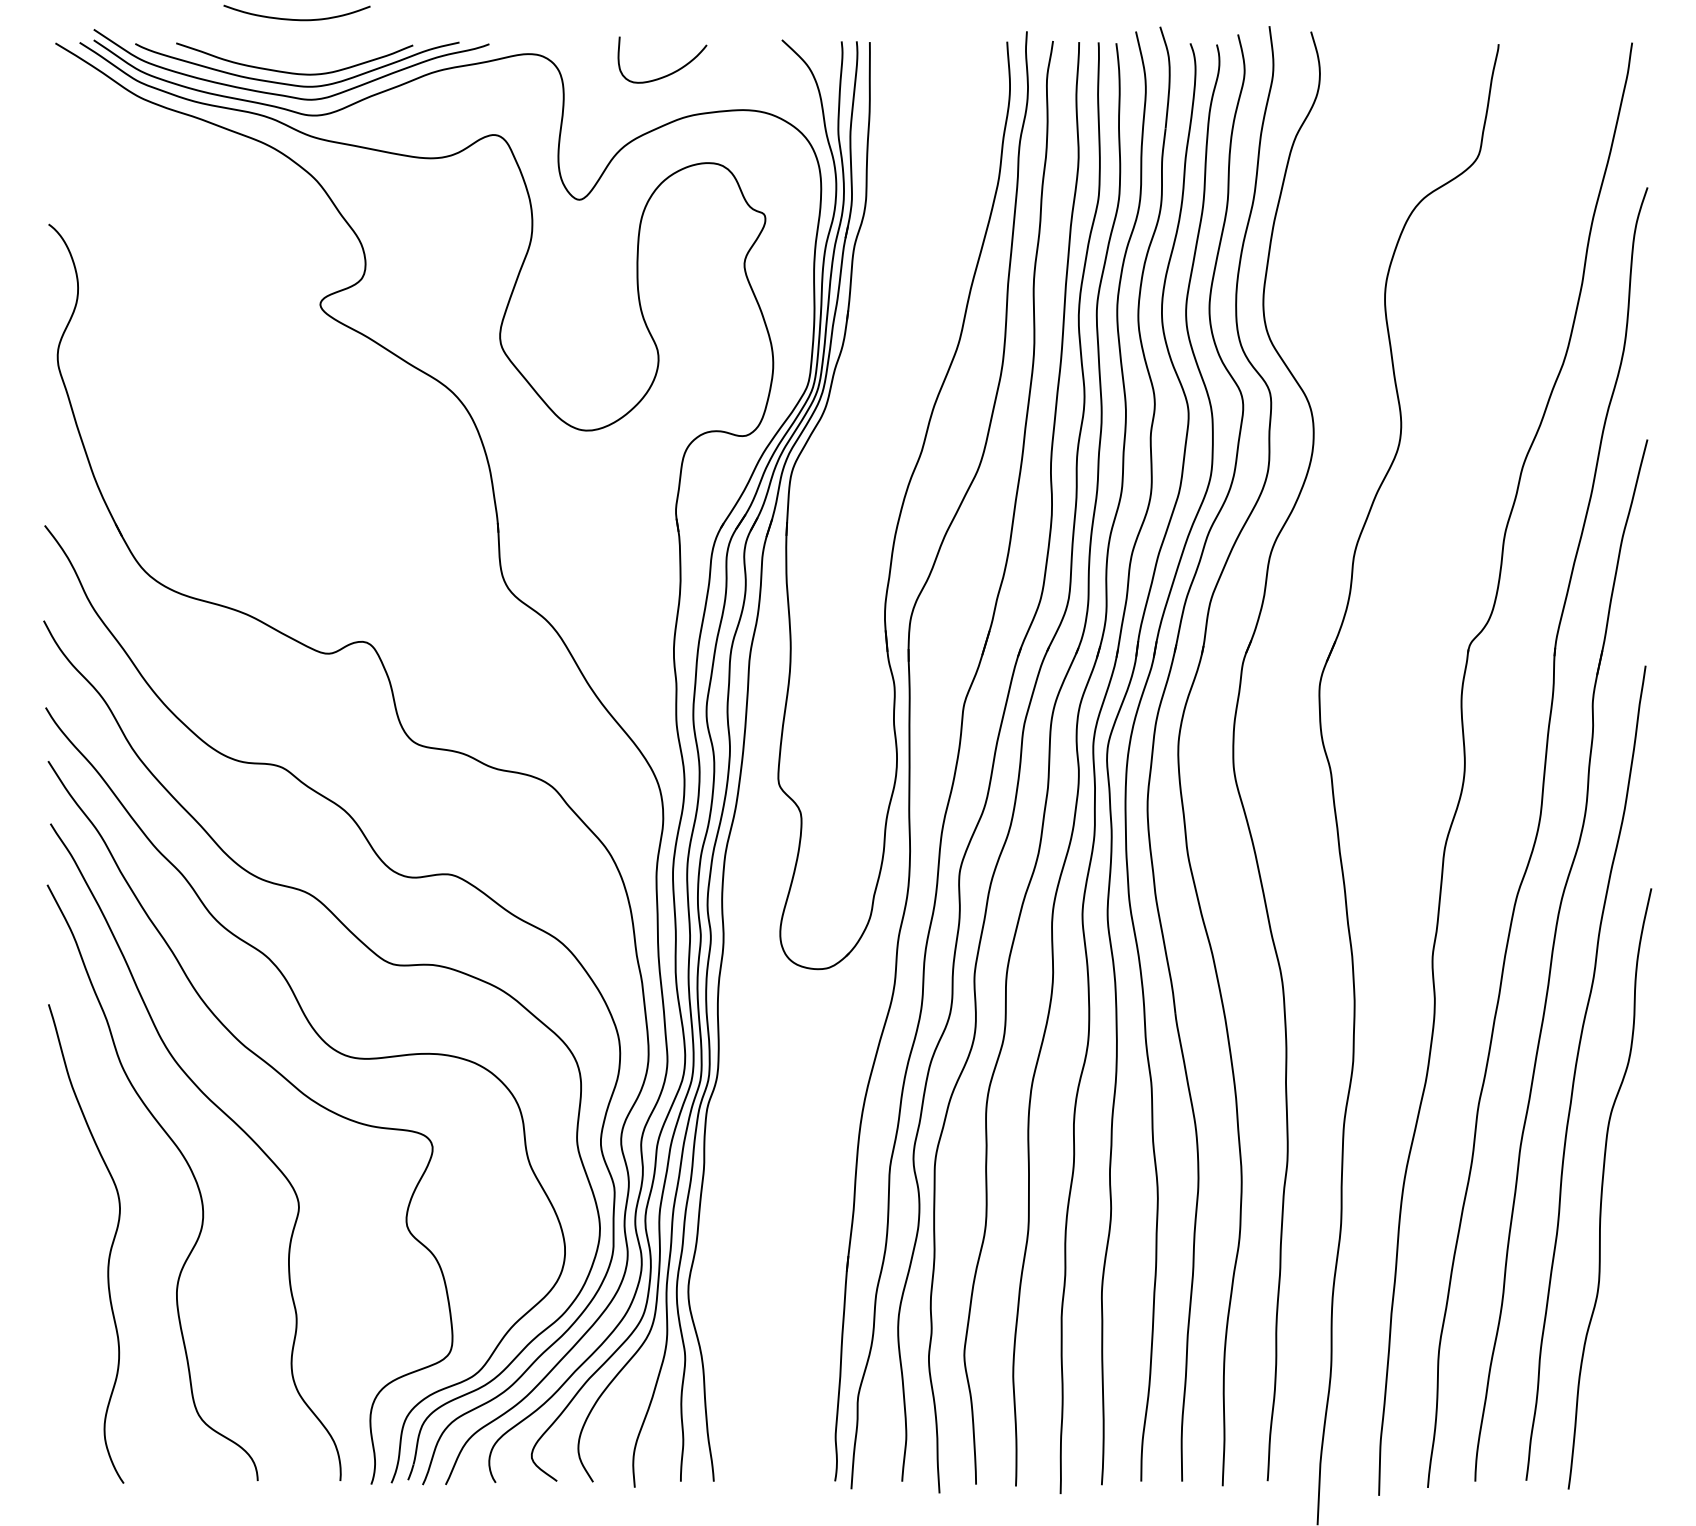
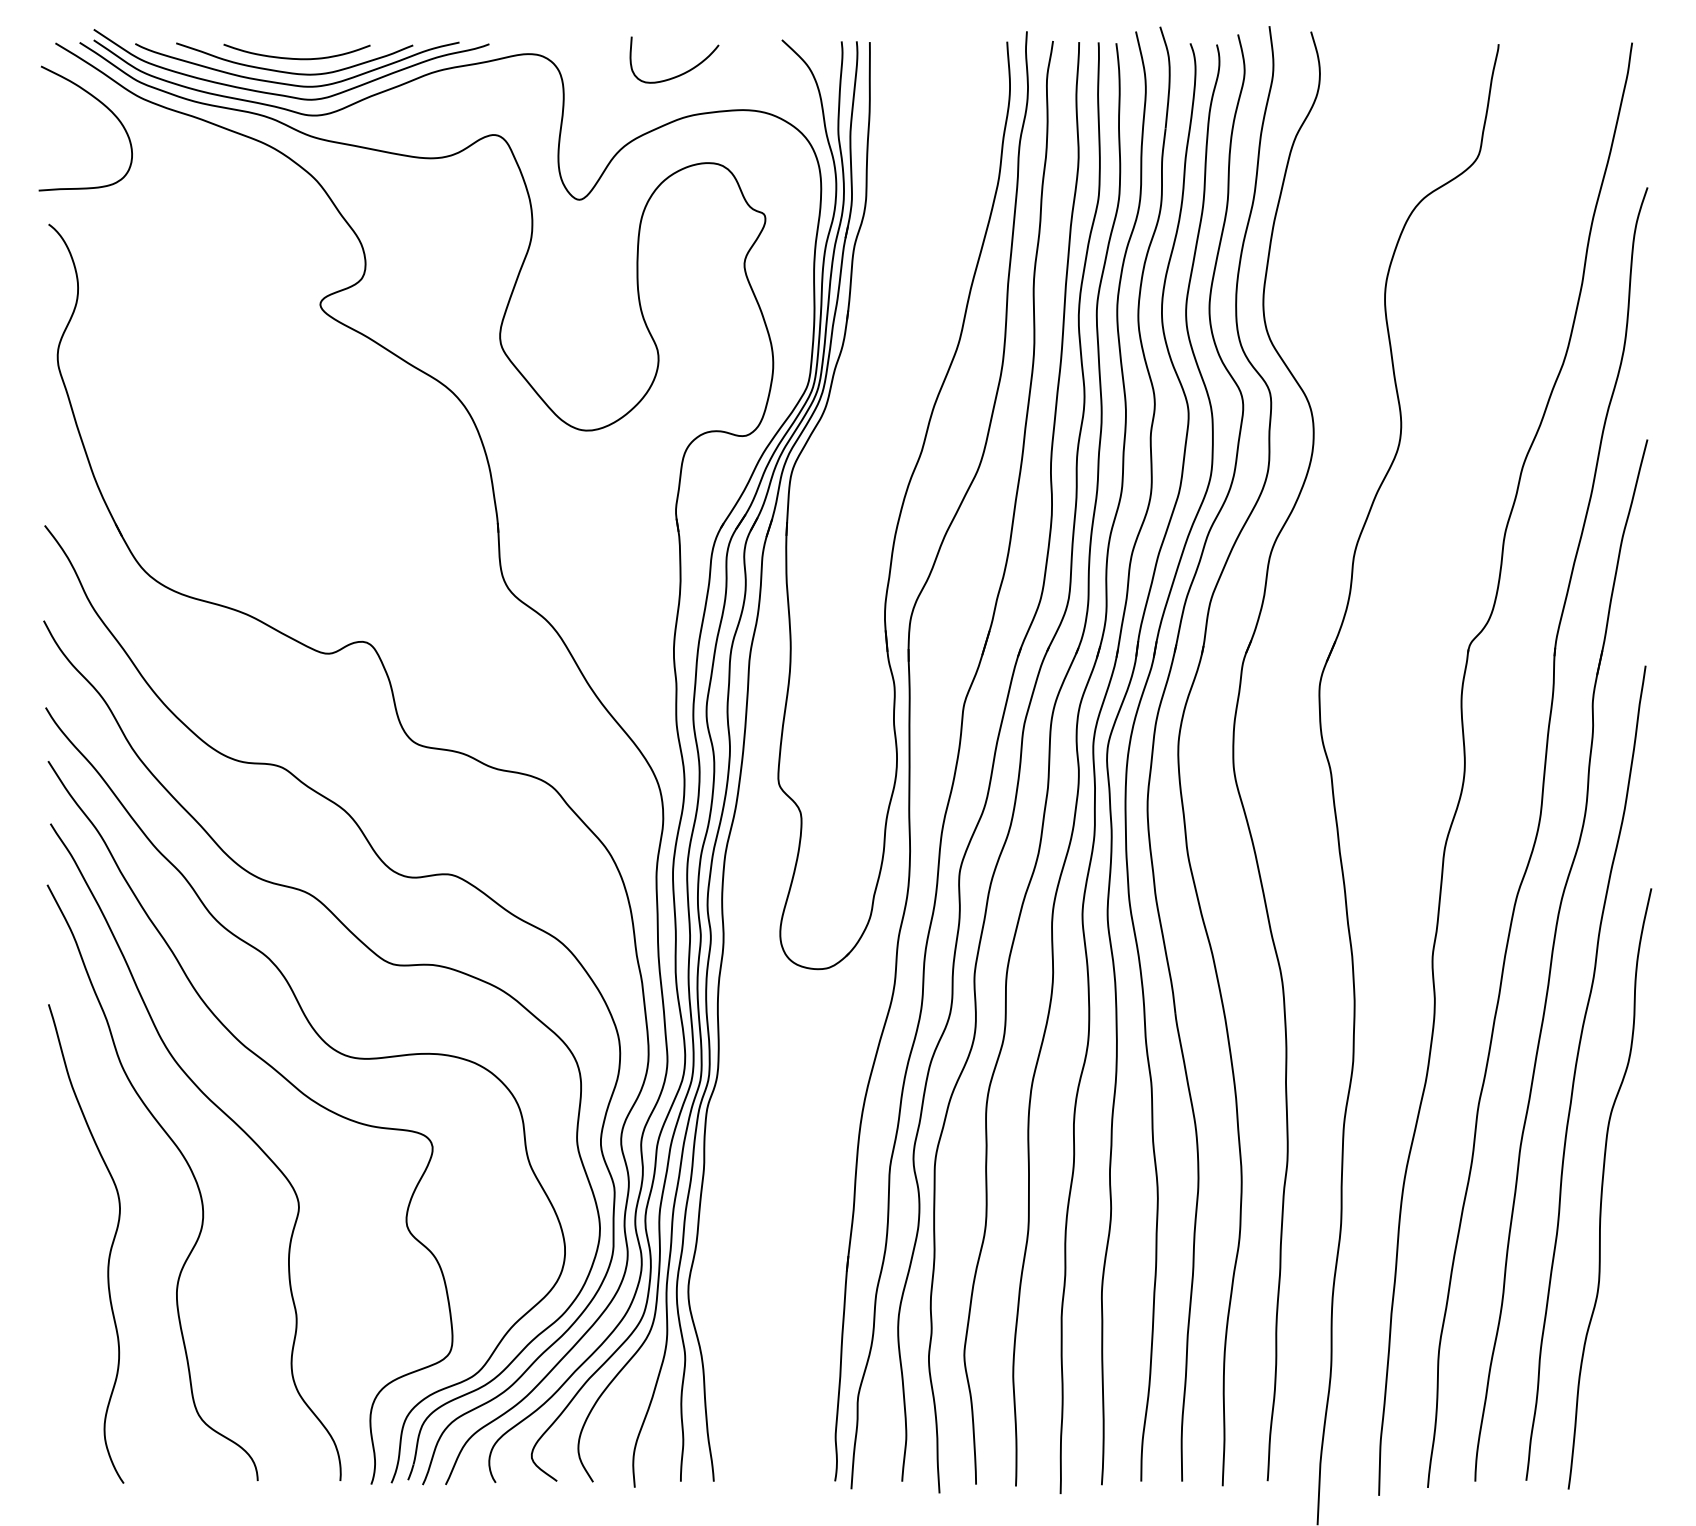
curve at (296, 19) position: (296, 19) -> (296, 58)
curve at (669, 73) position: (669, 73) -> (681, 73)
curve at (105, 107): none -> present
